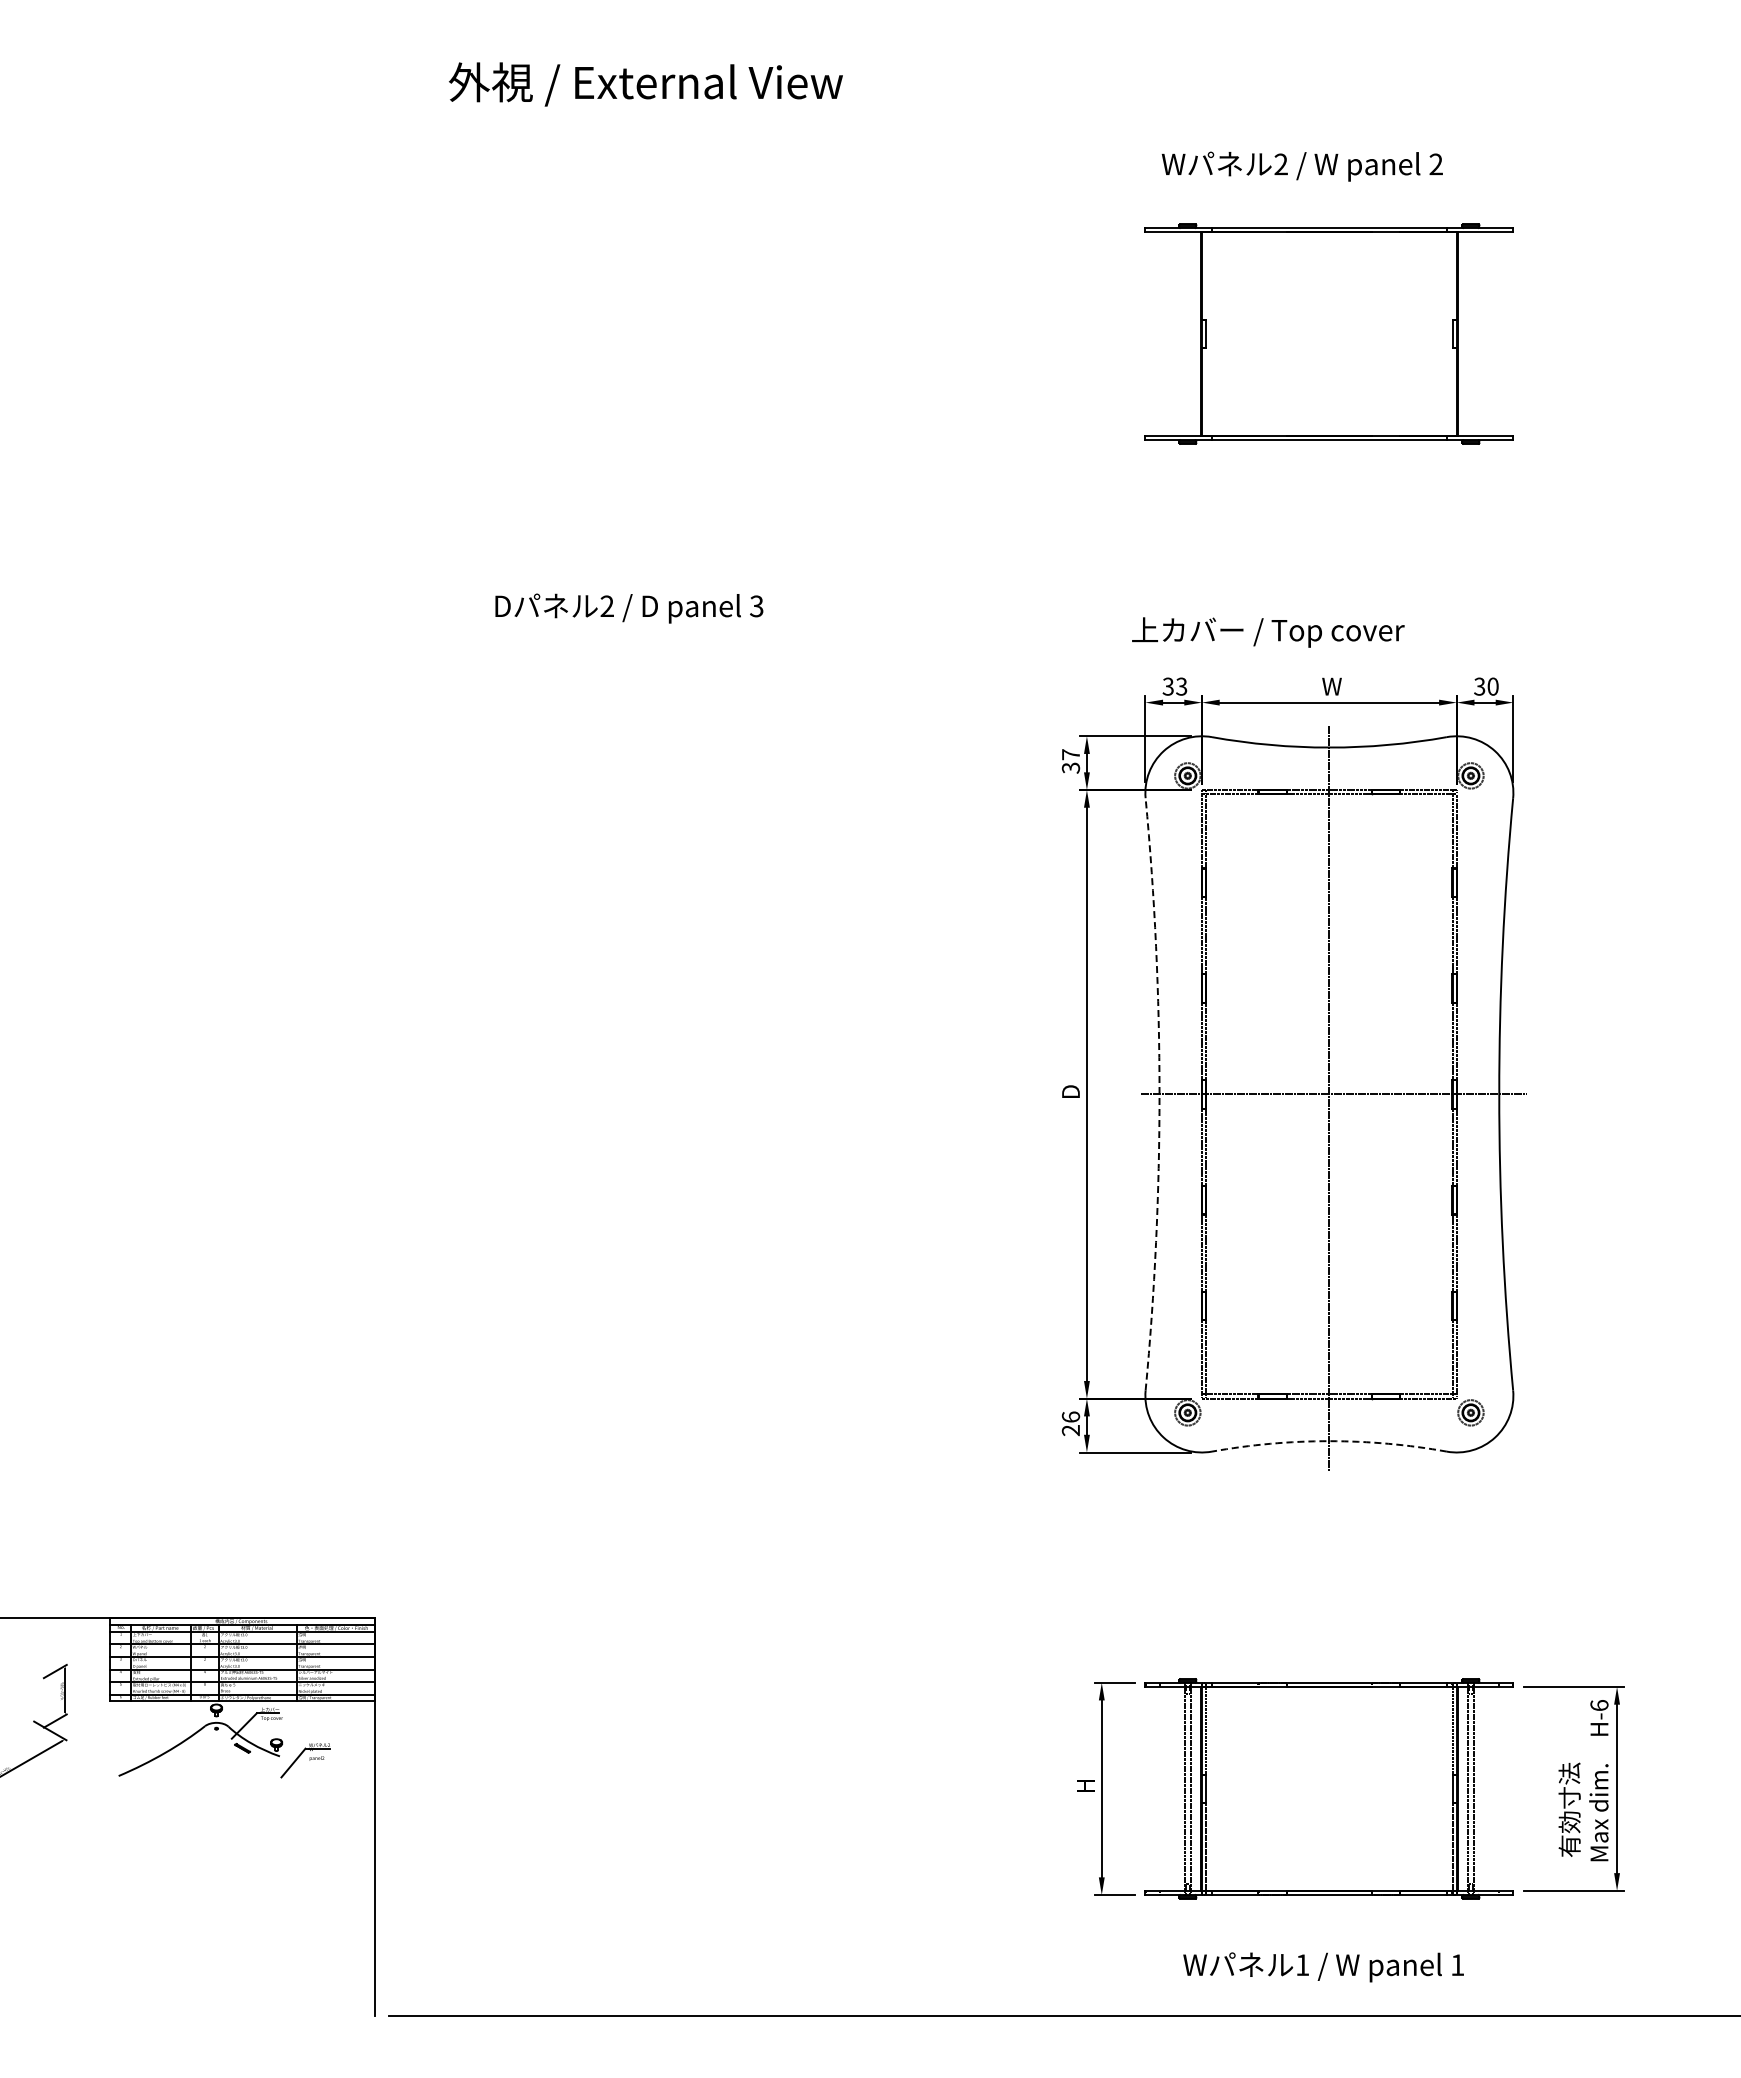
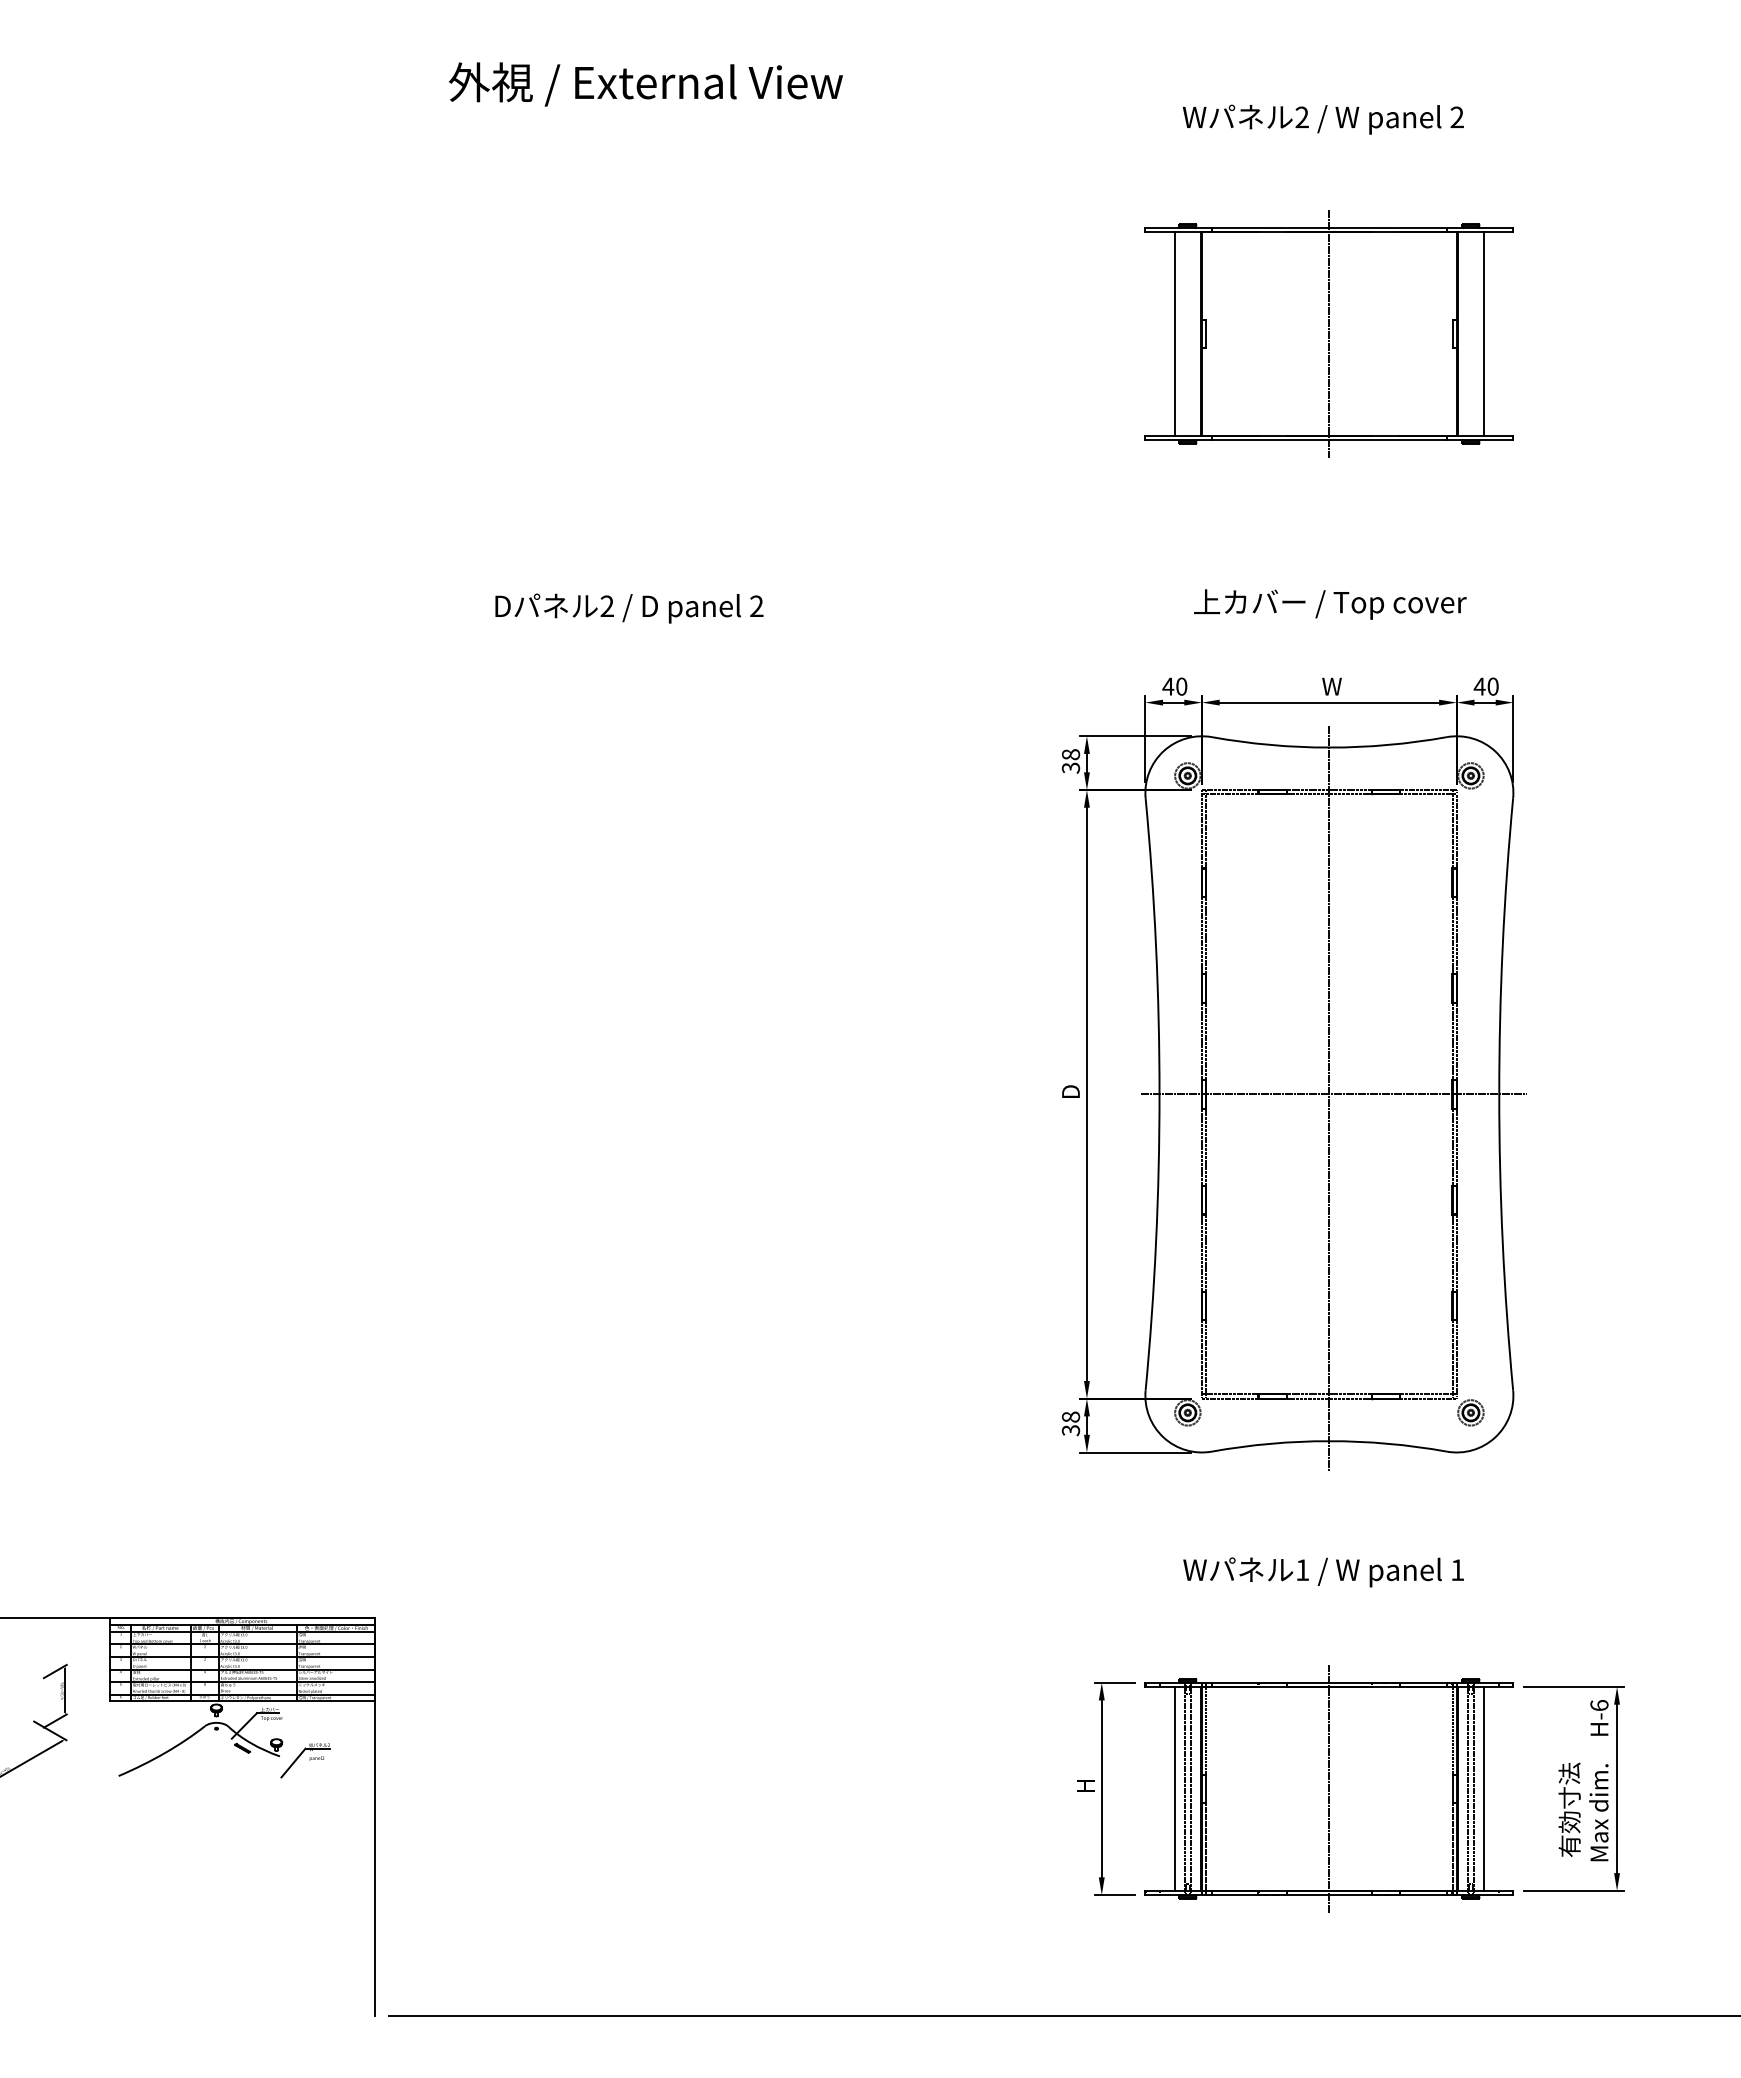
text at (1301, 166) position: (1301, 166) -> (1322, 119)
line at (1329, 333): none -> present
line at (1175, 334): none -> present
line at (1483, 334): none -> present
text at (756, 606): 3 -> 2
text at (1268, 632) position: (1268, 632) -> (1330, 604)
text at (1174, 686): 33 -> 40
text at (1479, 686): 30 -> 40
text at (1071, 754): 37 -> 38
arc at (1159, 1094): dashed -> solid
text at (1070, 1423): 26 -> 38
arc at (1329, 1441): dashed -> solid
line at (1175, 1788): none -> present
line at (1329, 1788): none -> present
line at (1483, 1788): none -> present
text at (1323, 1967) position: (1323, 1967) -> (1323, 1572)
